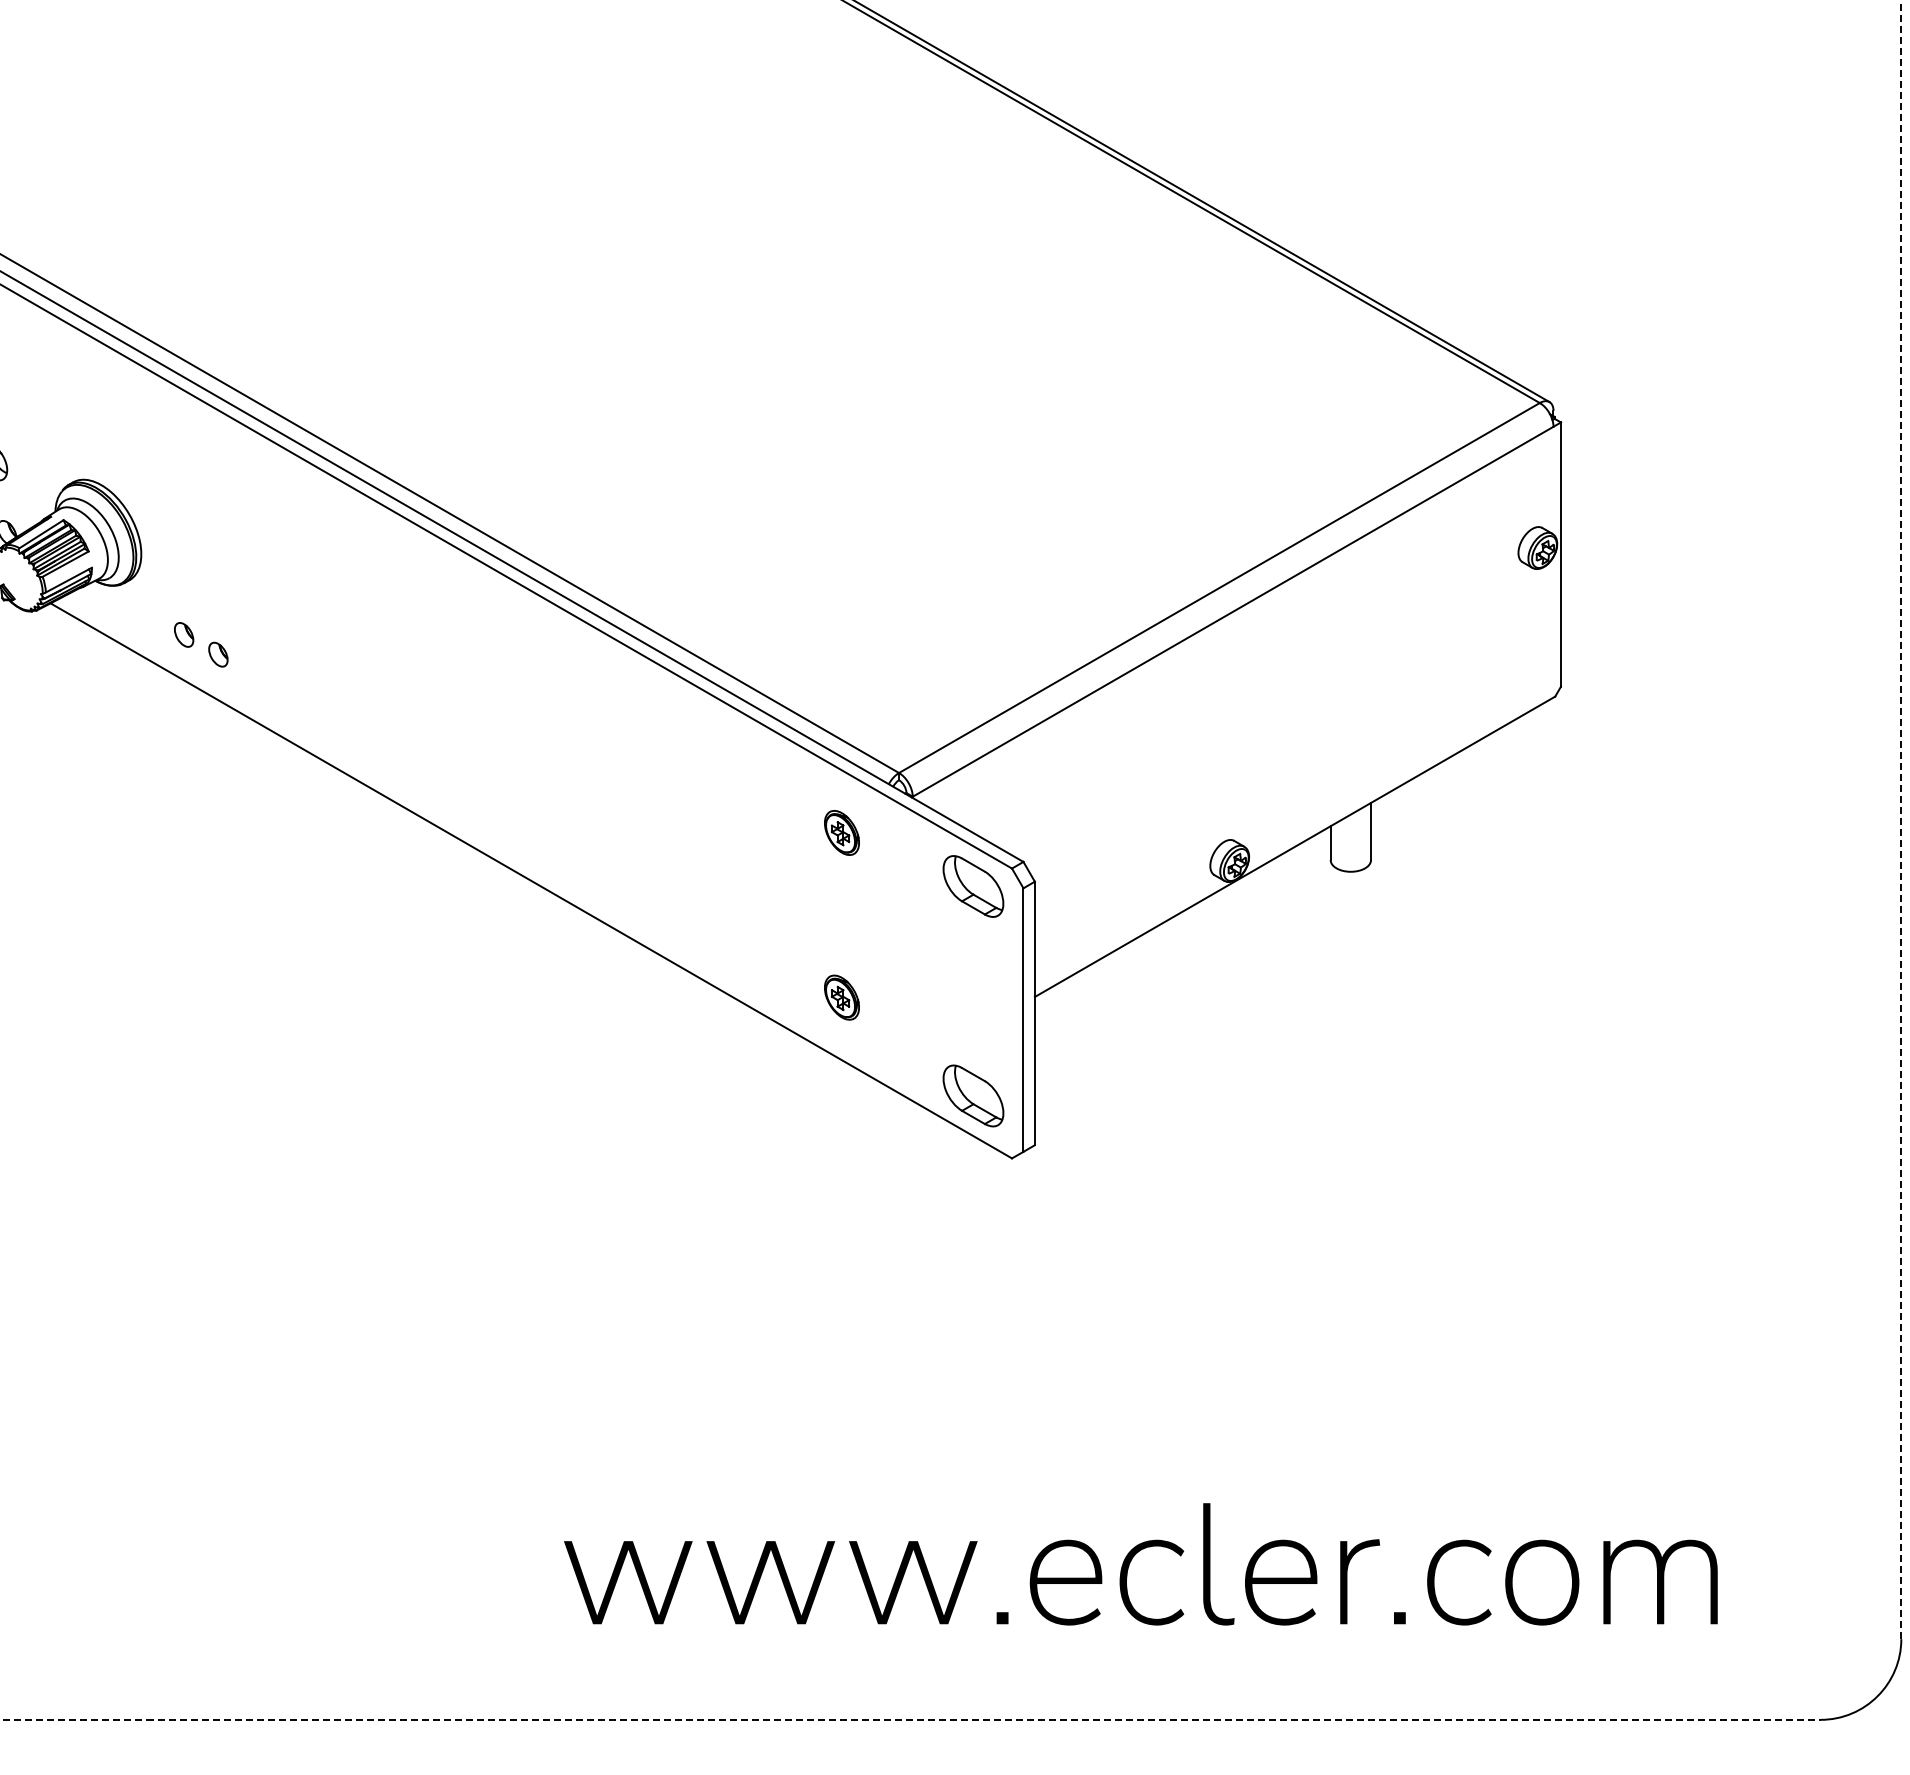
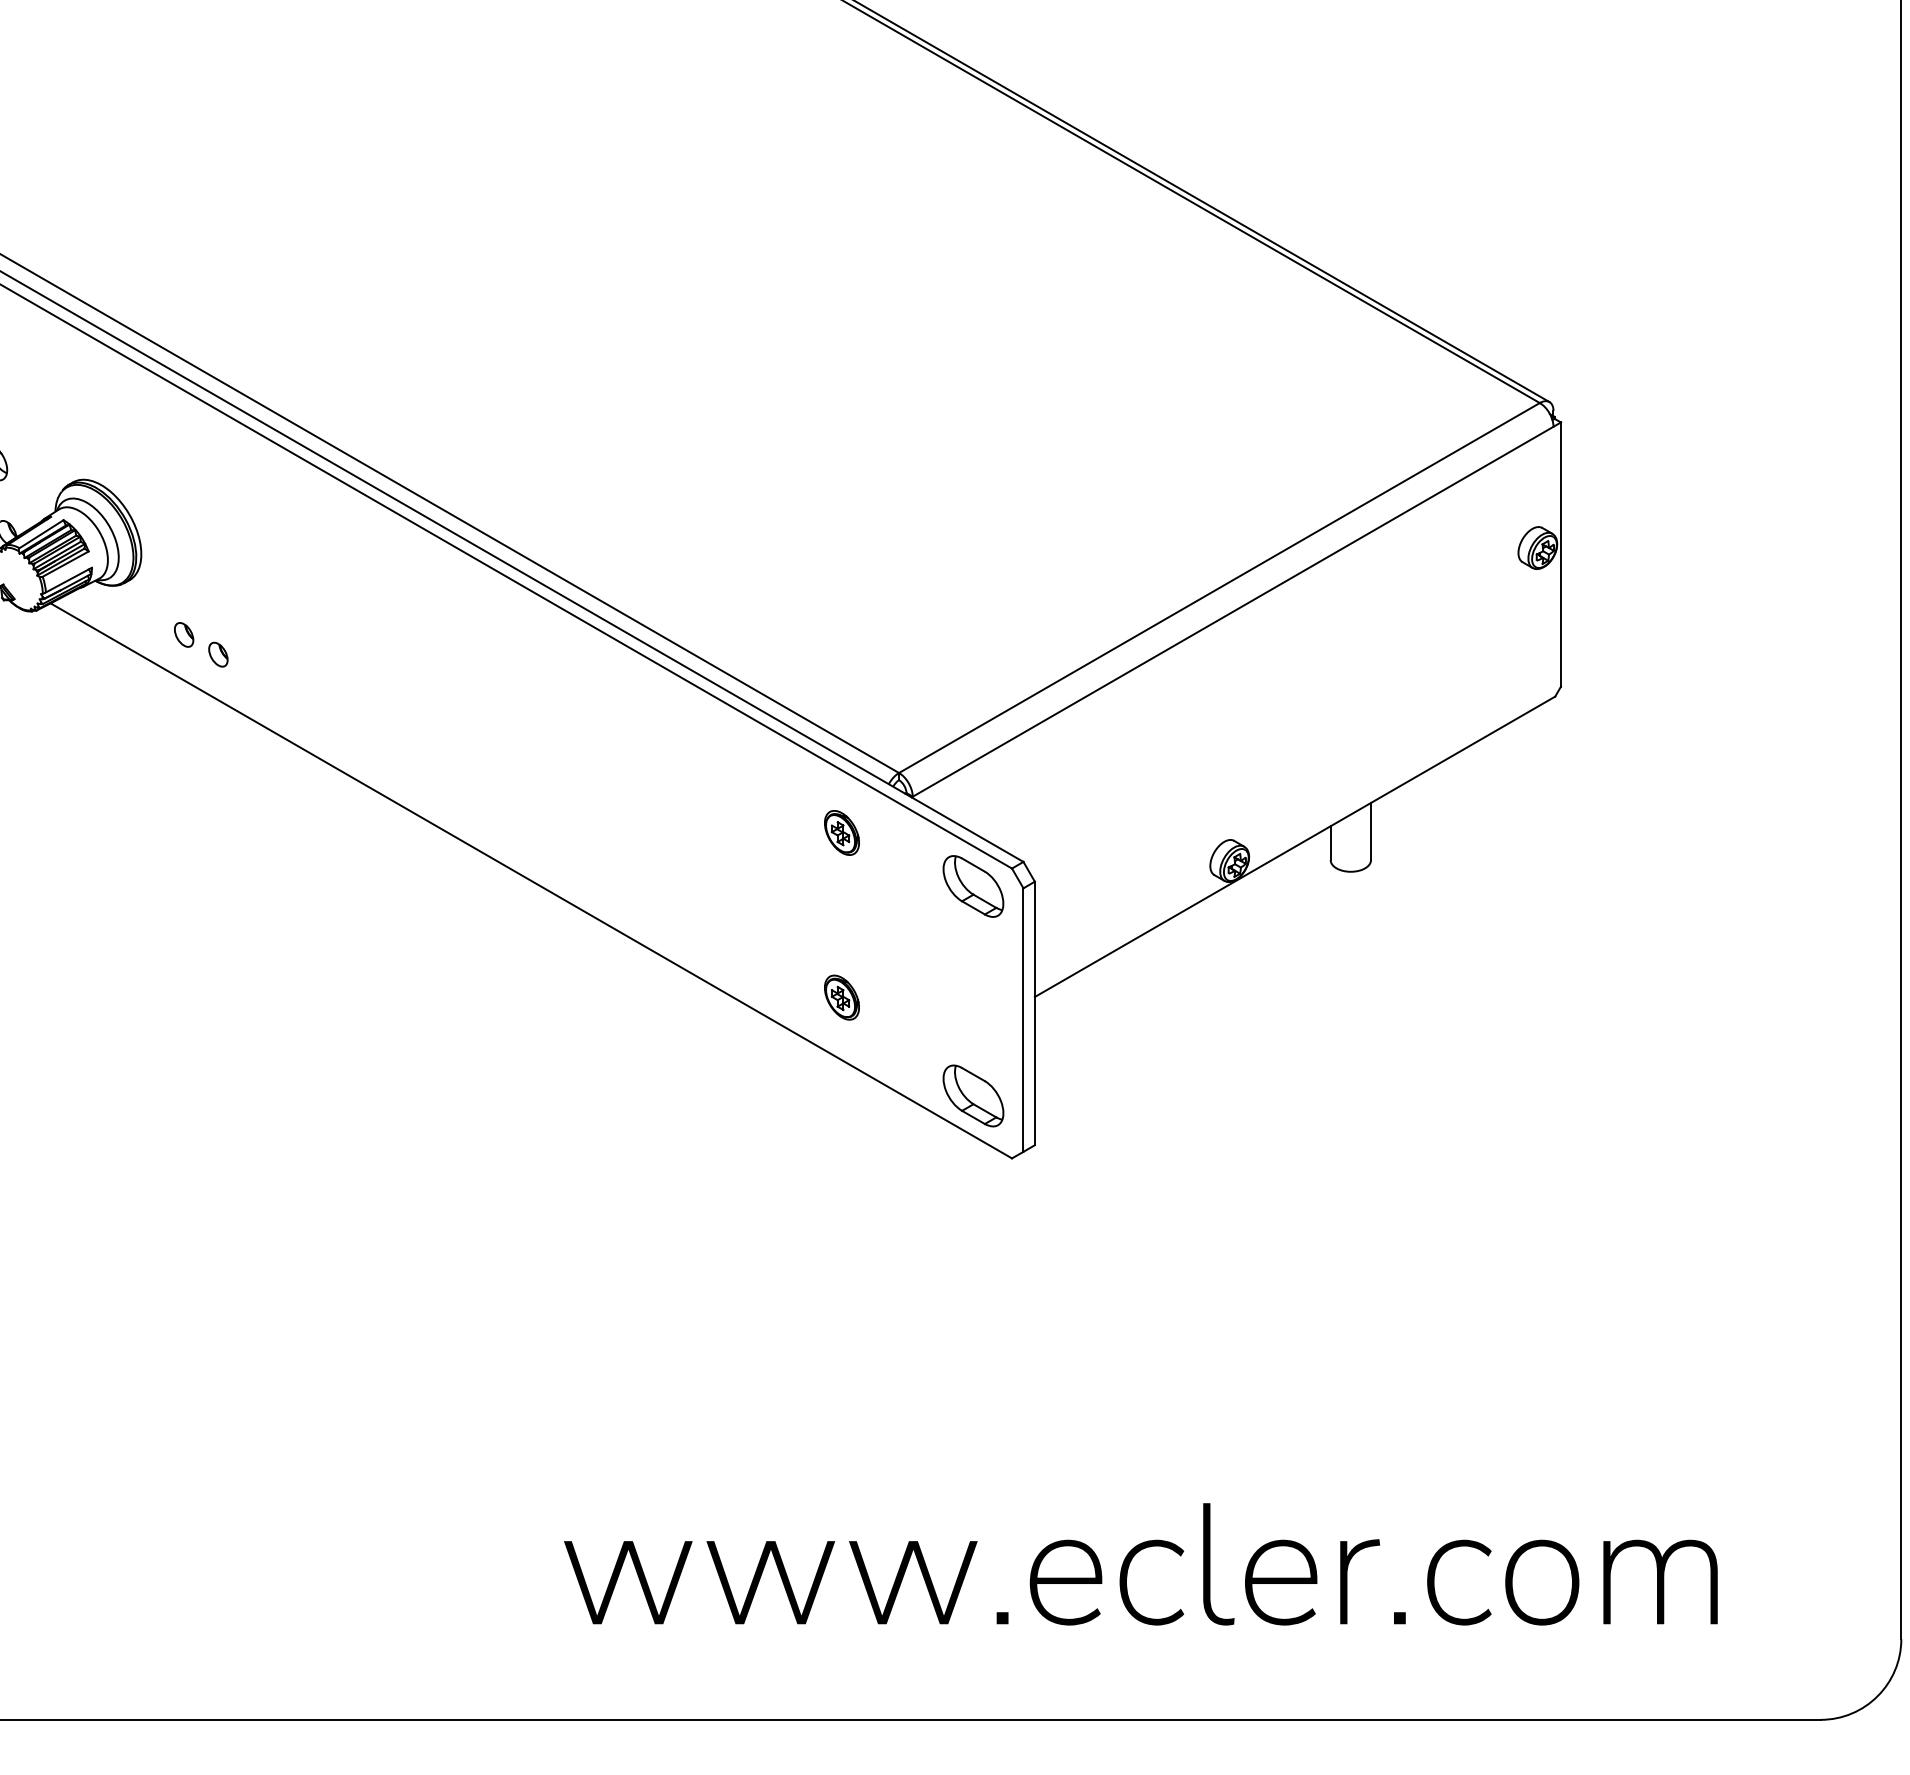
line at (1901, 819): dashed -> solid
line at (910, 1719): dashed -> solid
